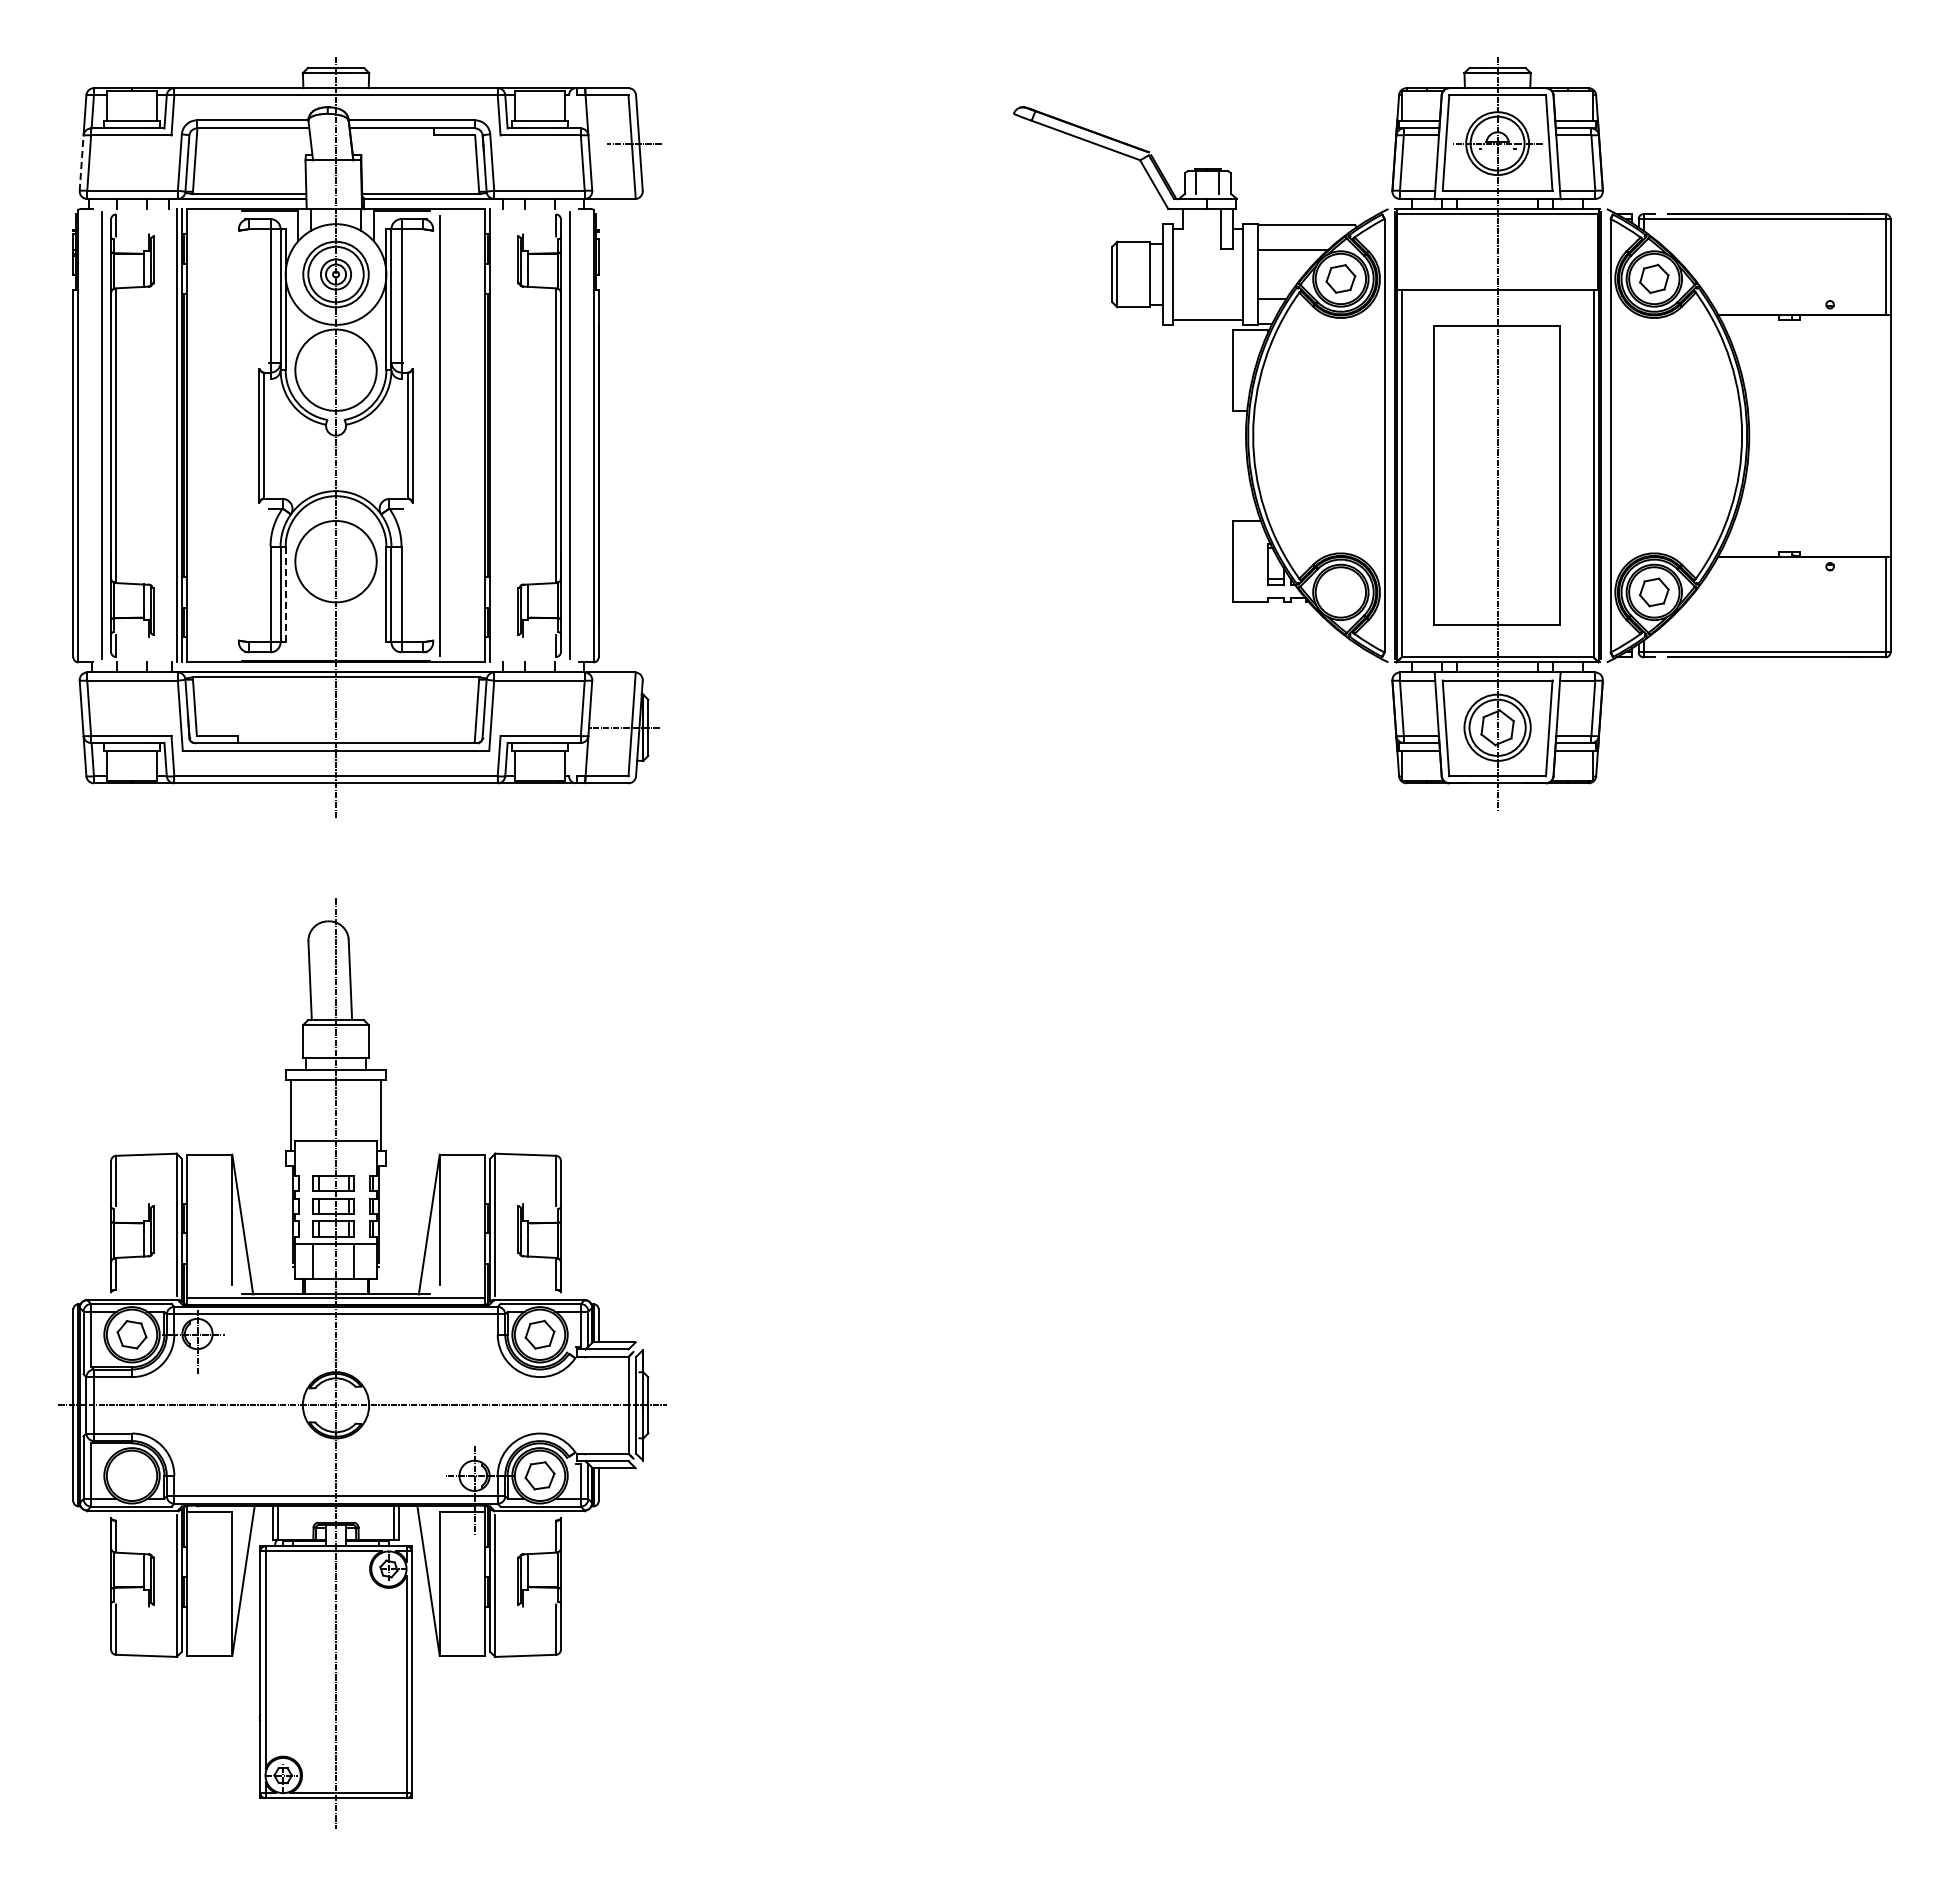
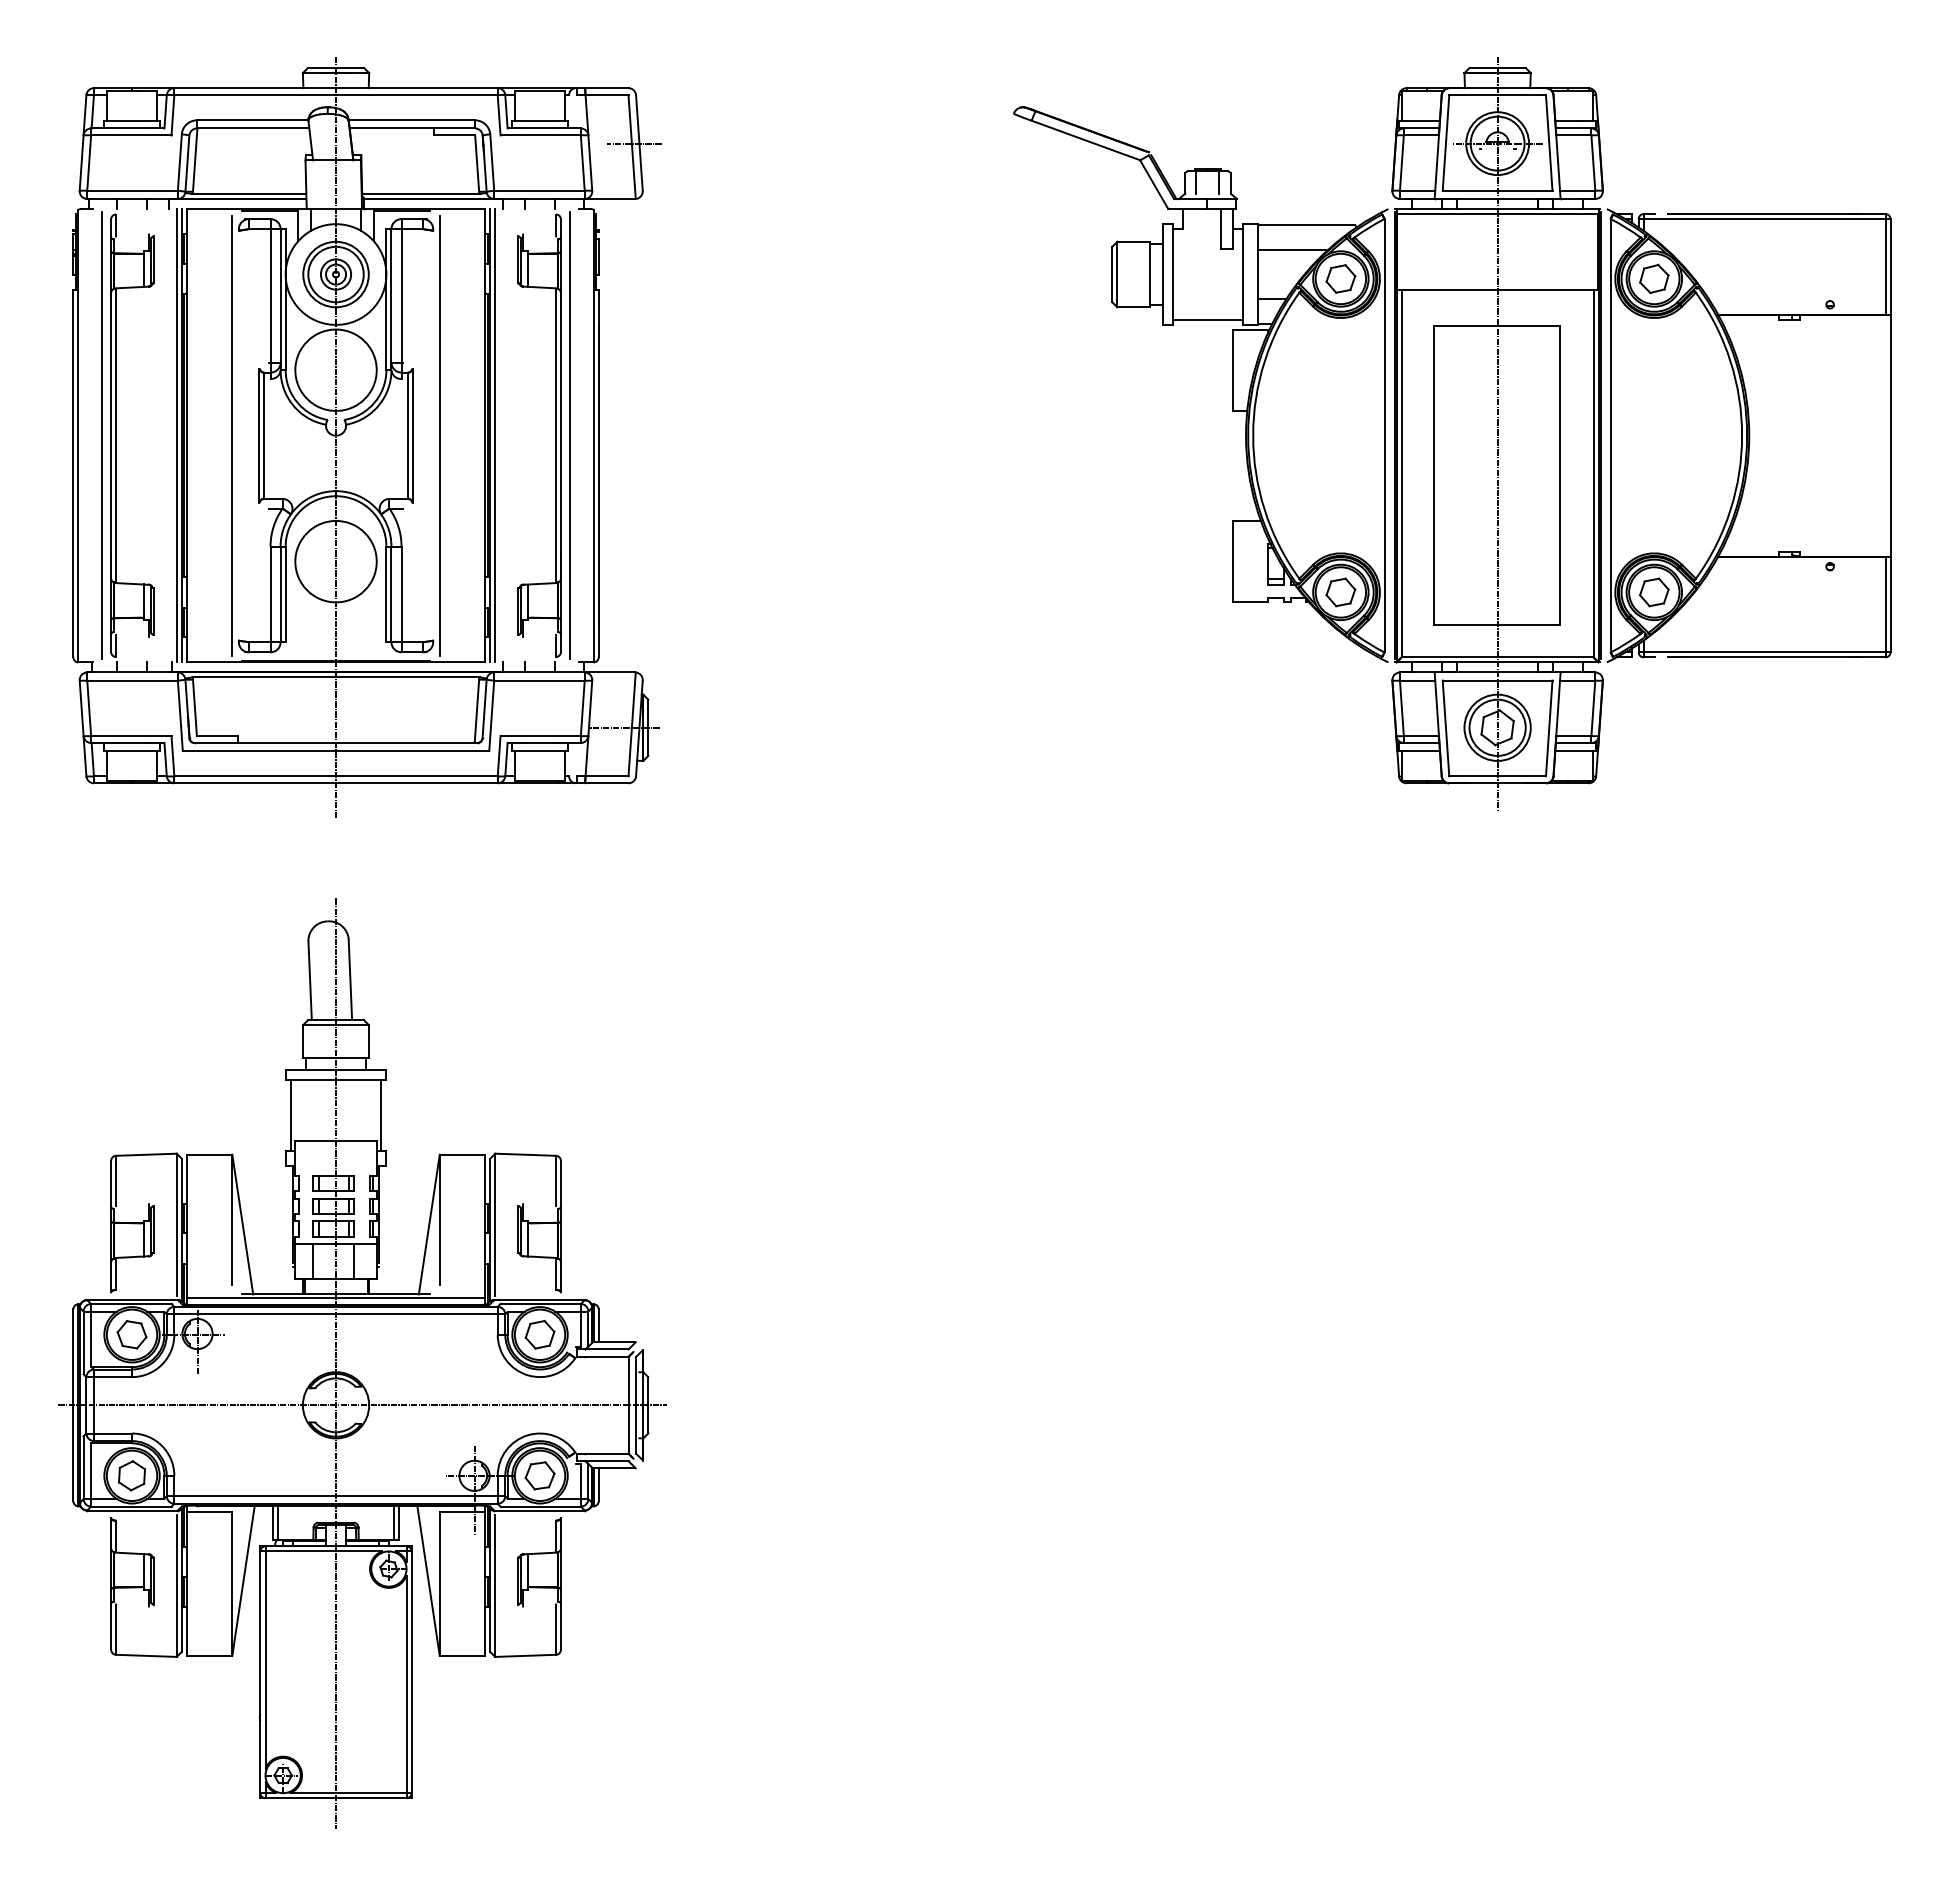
line at (81, 163): dashed -> solid
line at (232, 435): none -> present
line at (495, 435): none -> present
part at (1340, 592): none -> present
line at (285, 594): dashed -> solid
part at (131, 1475): none -> present
